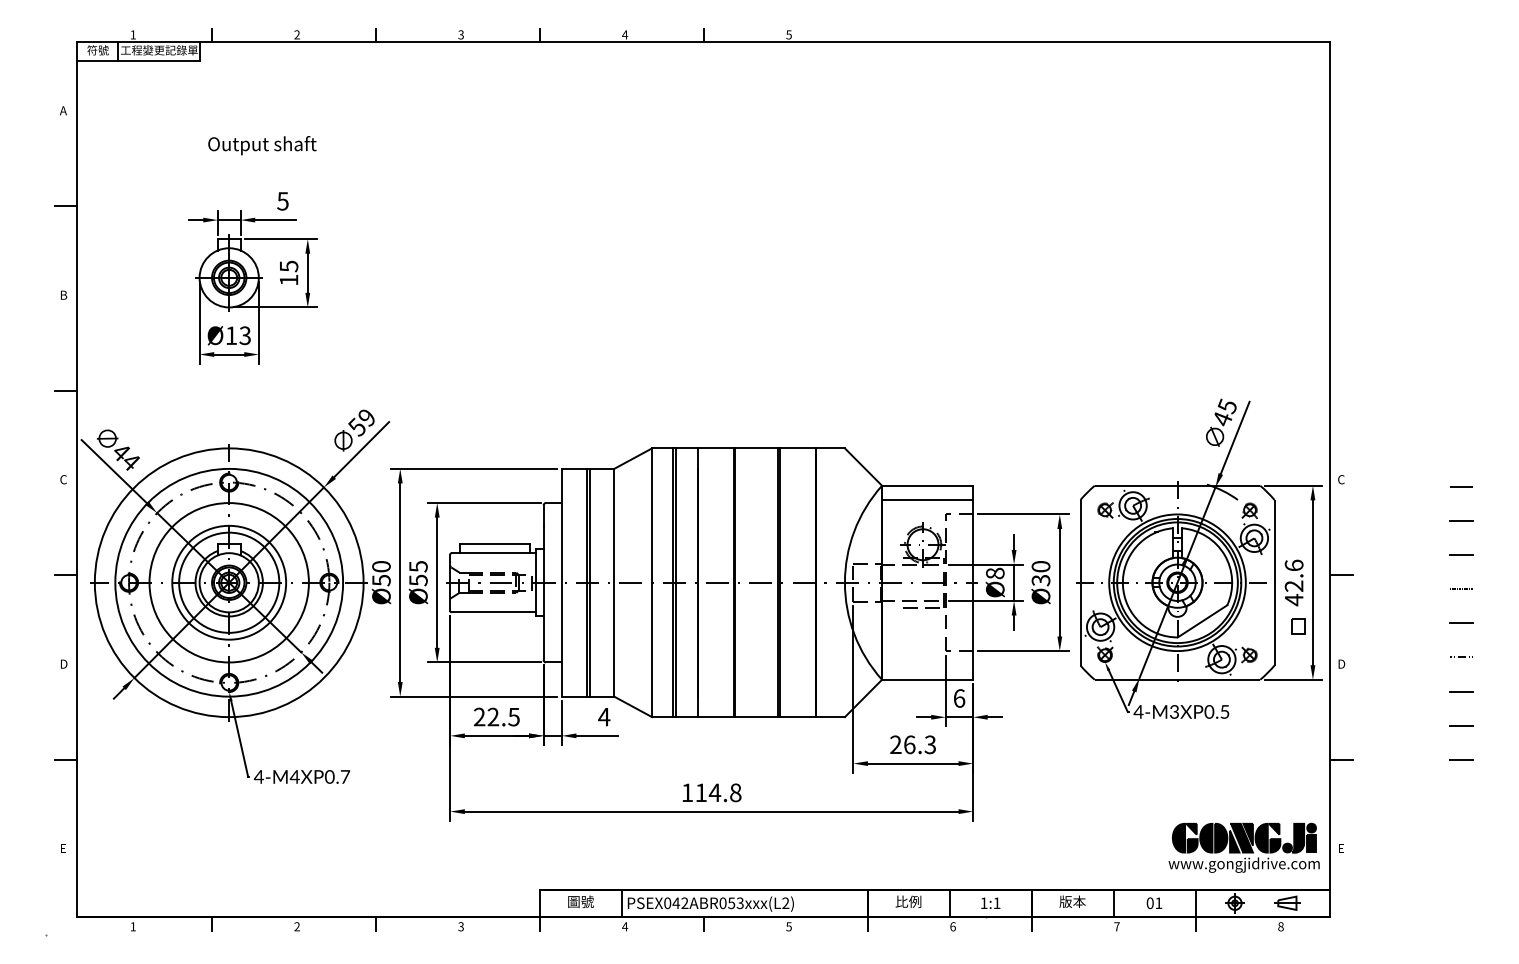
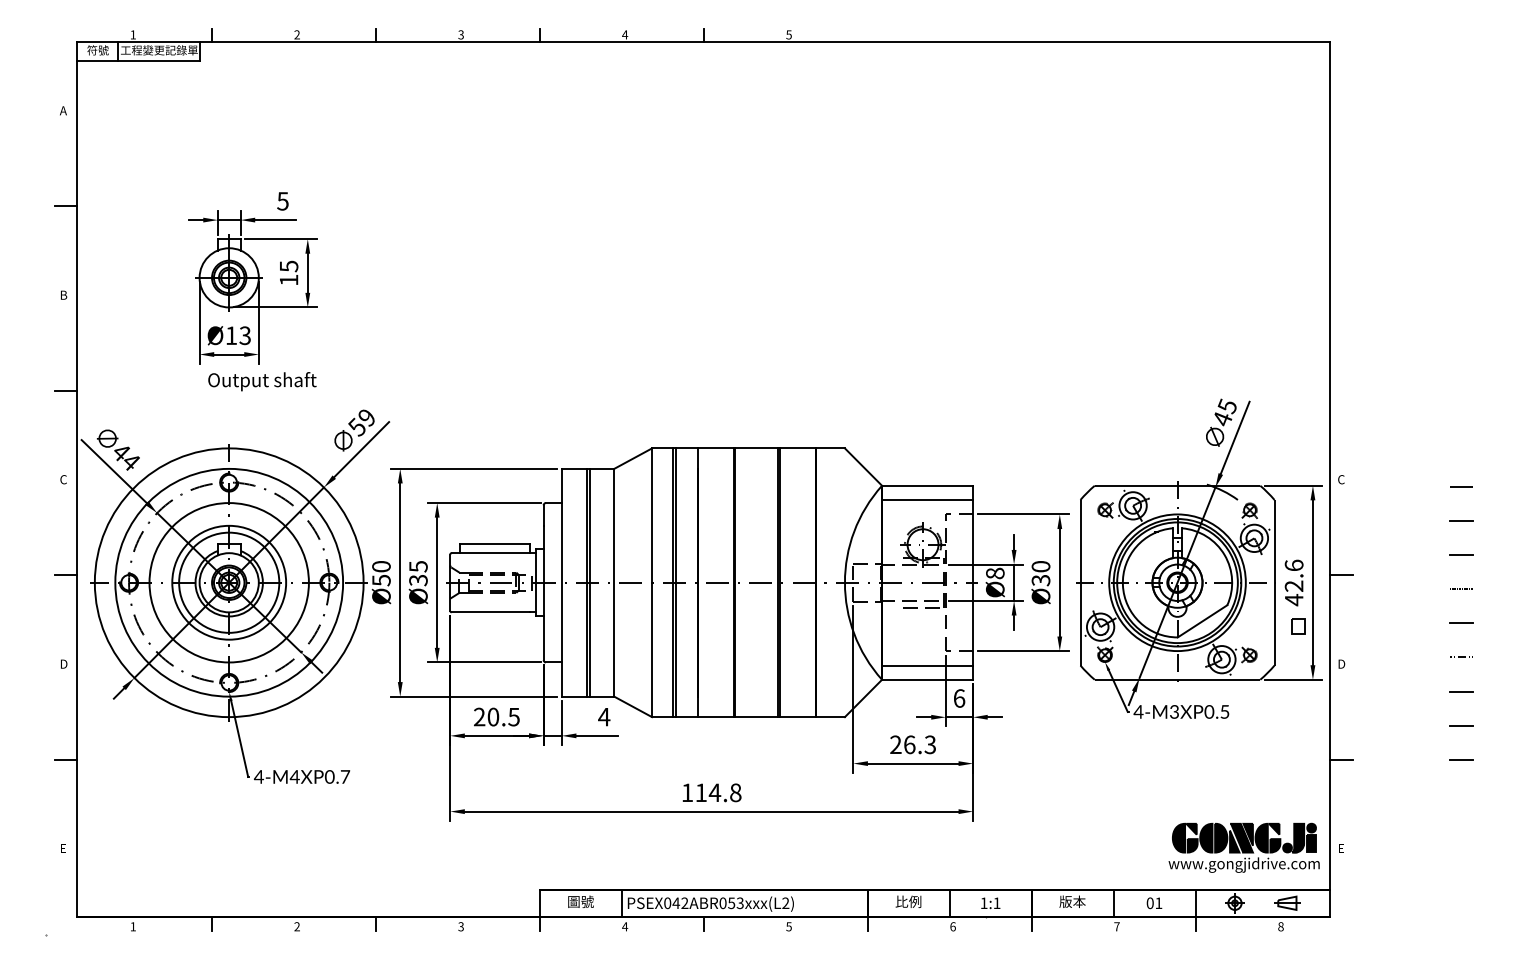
text at (262, 145) position: (262, 145) -> (262, 381)
text at (418, 579): Ø55 -> Ø35
line at (927, 665): none -> present
text at (493, 716): 22.5 -> 20.5
